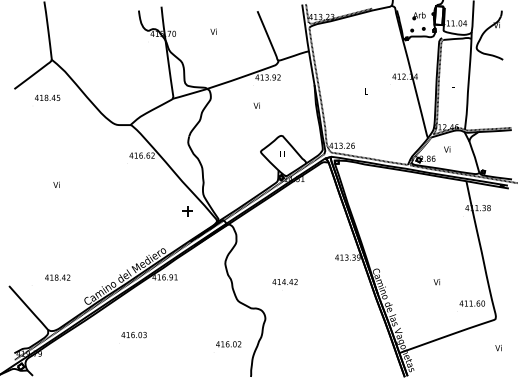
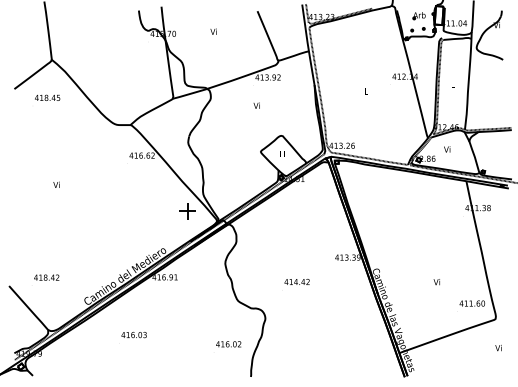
part at (187, 211) size: 11x11 px -> 17x17 px
text at (57, 277) position: (57, 277) -> (46, 277)
text at (284, 281) position: (284, 281) -> (296, 281)
